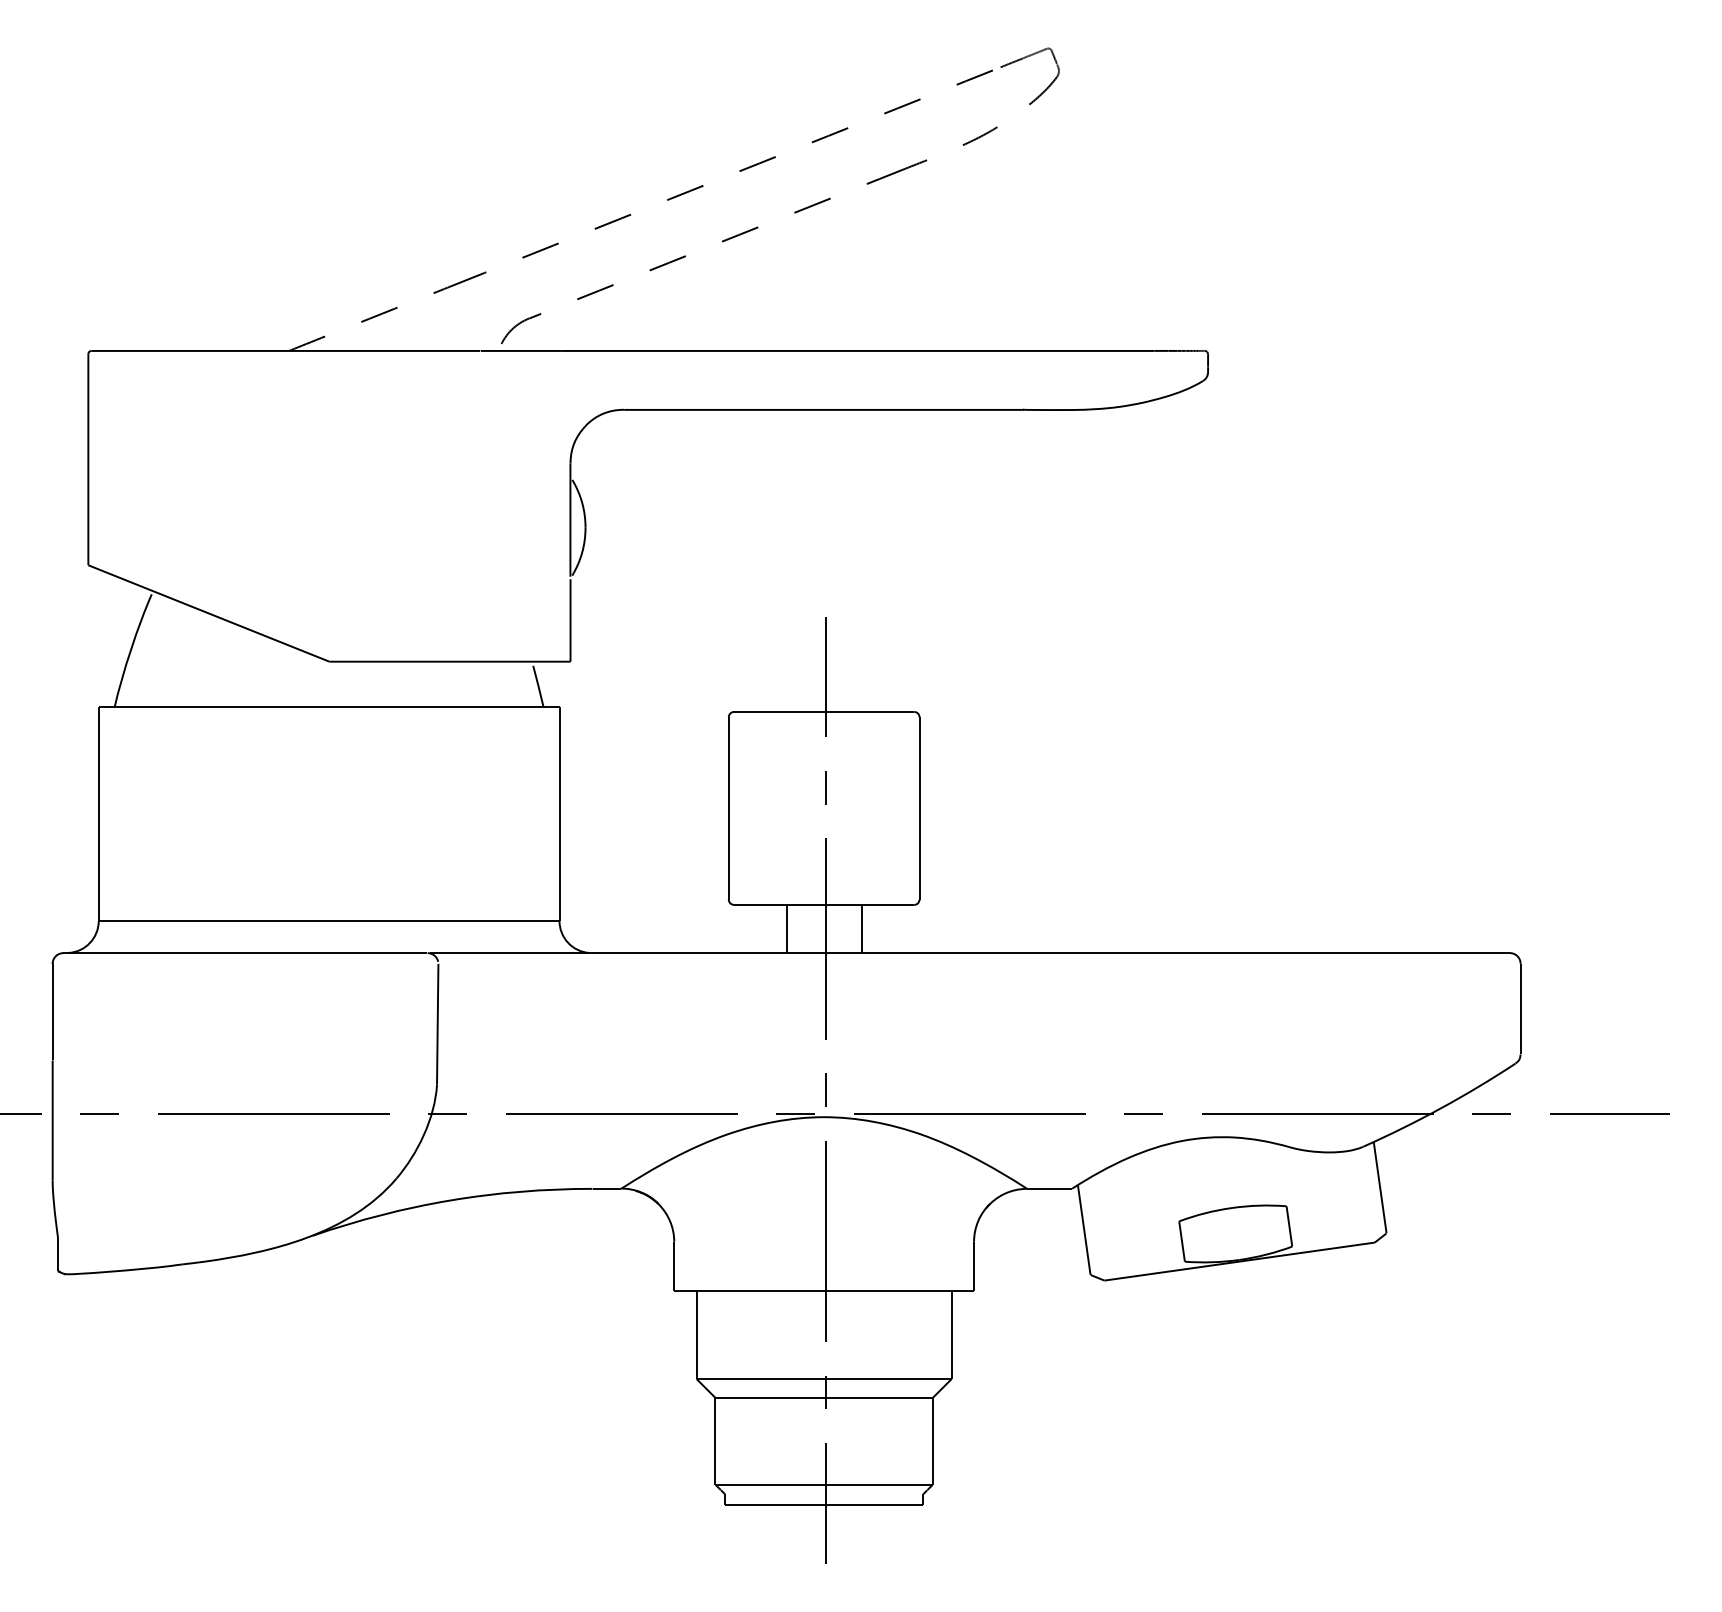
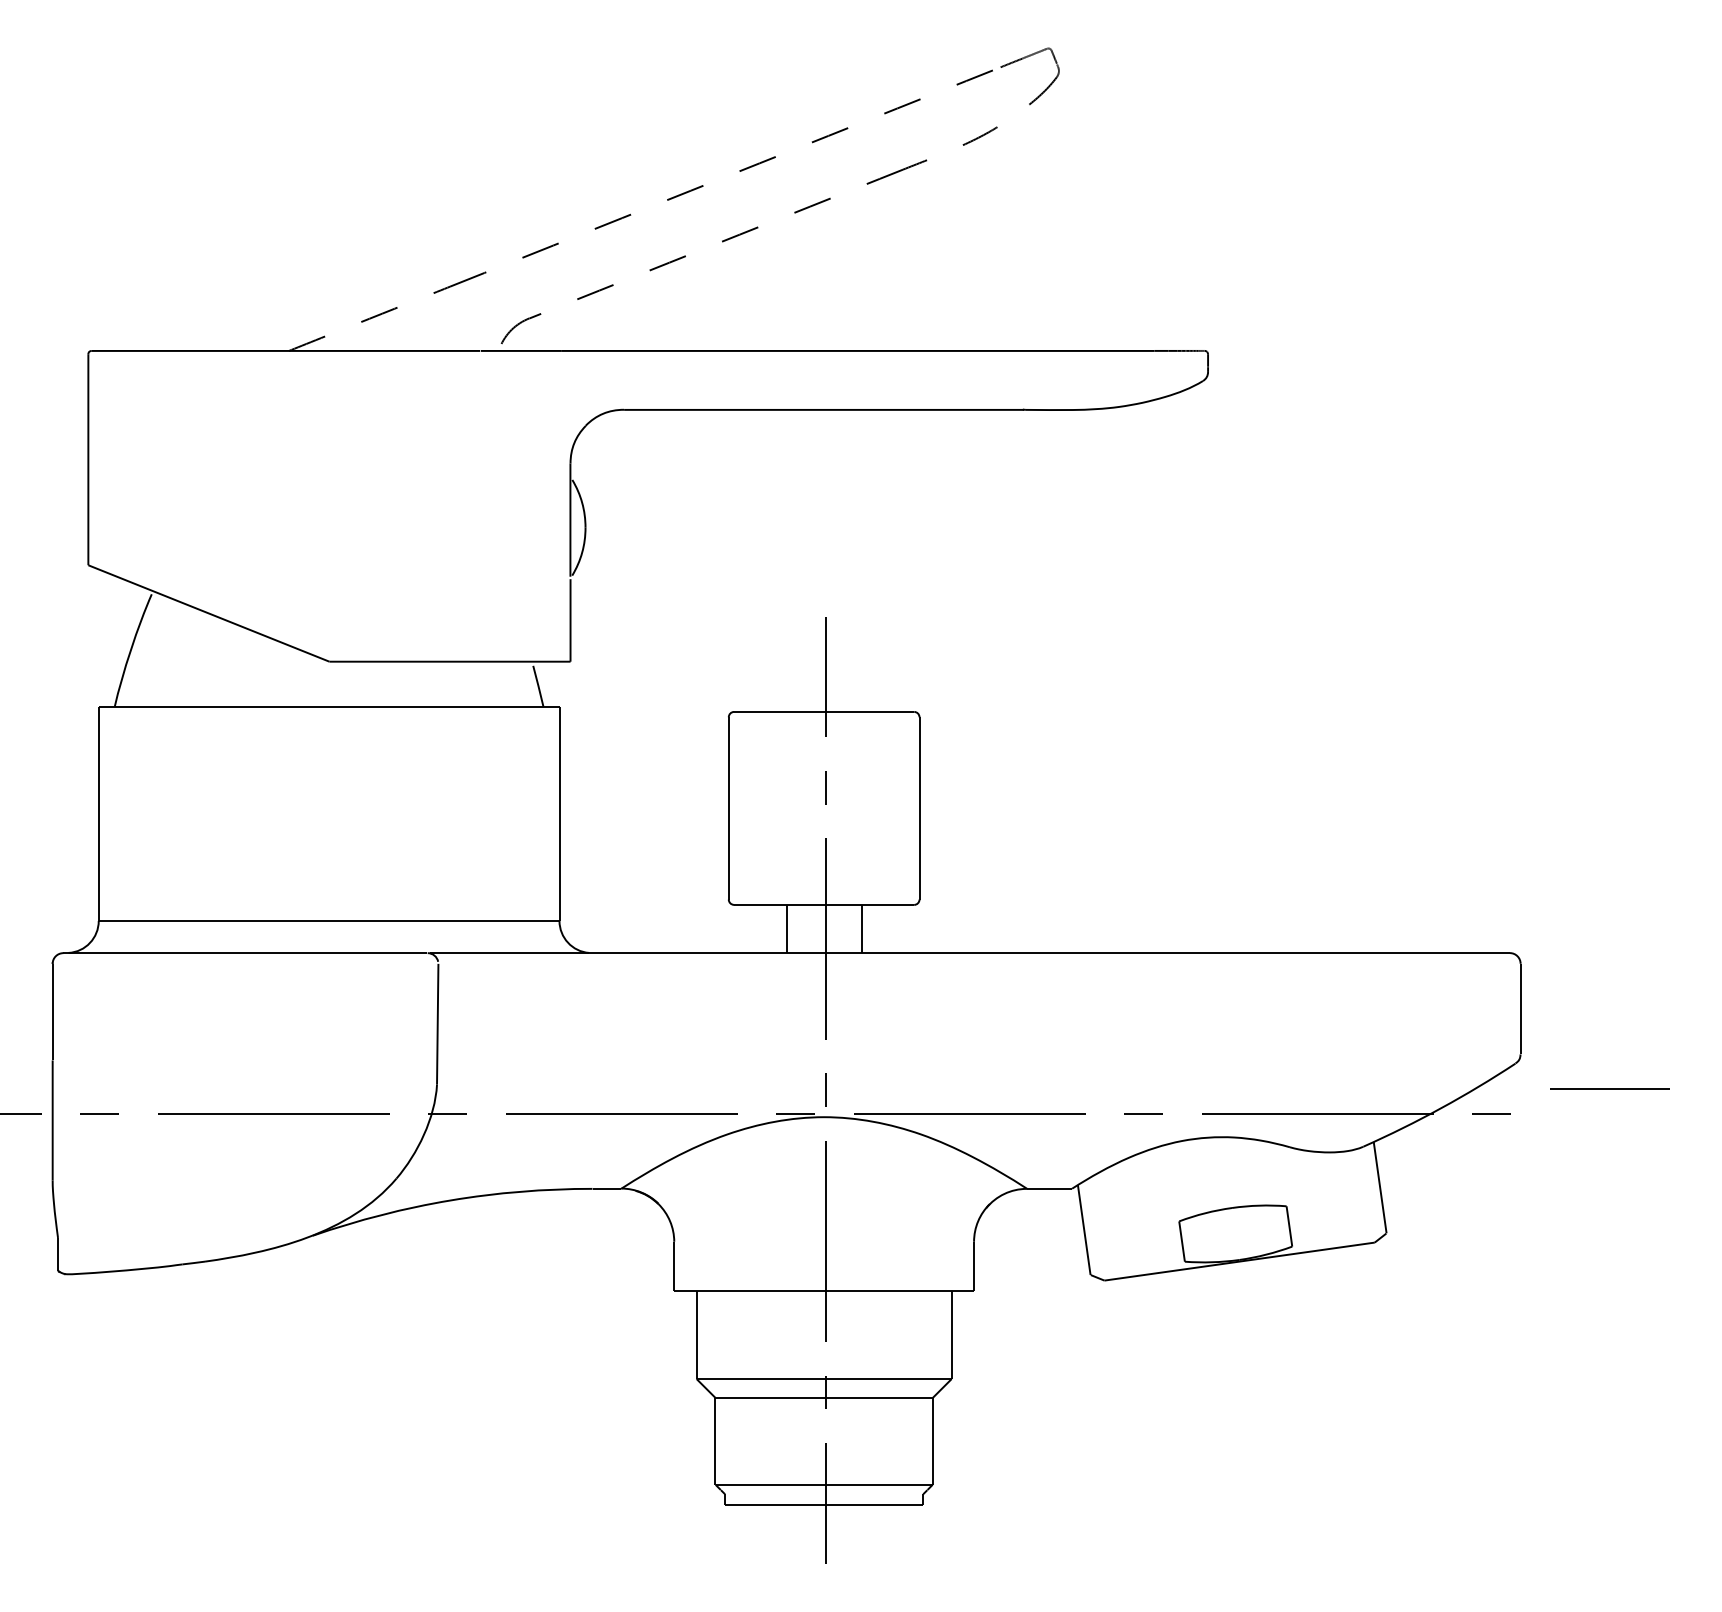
line at (1609, 1113) position: (1609, 1113) -> (1609, 1088)
